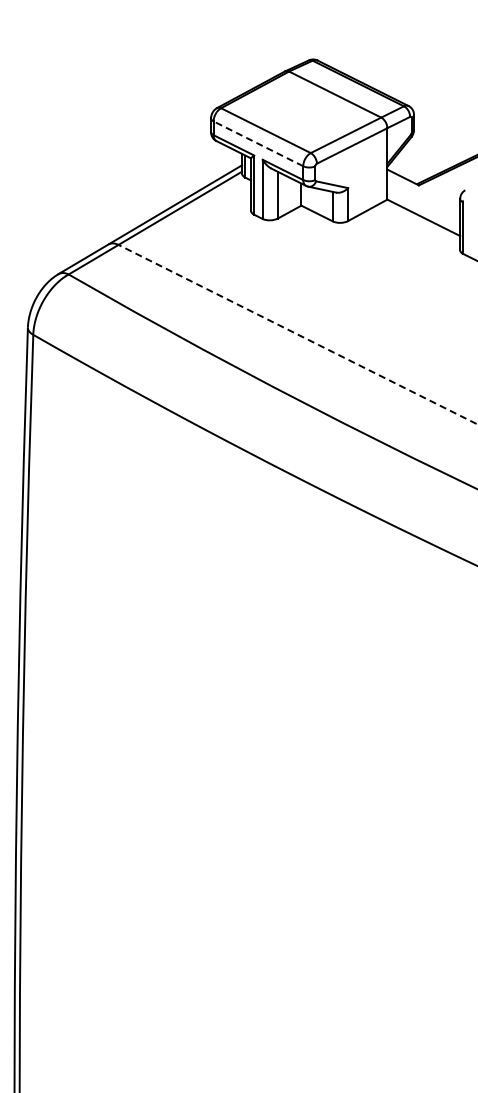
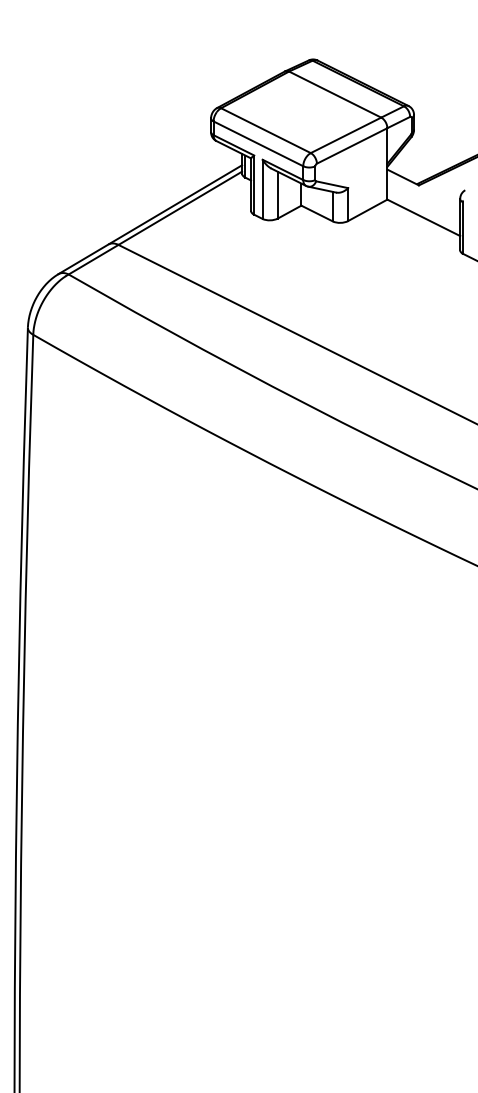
line at (257, 143): dashed -> solid
line at (297, 334): dashed -> solid
